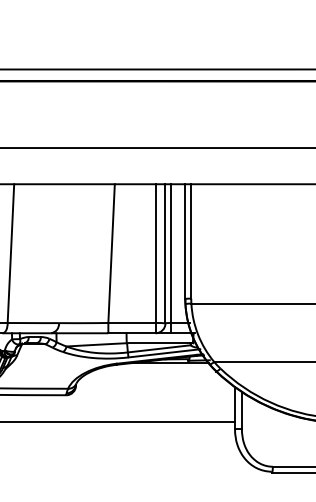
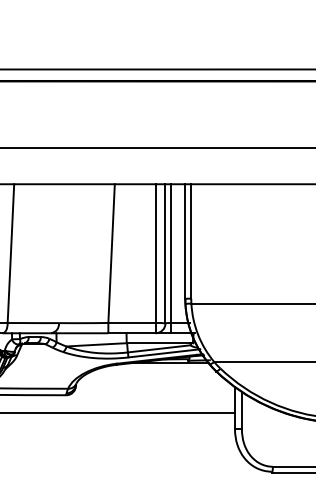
line at (118, 421) position: (118, 421) -> (118, 412)
